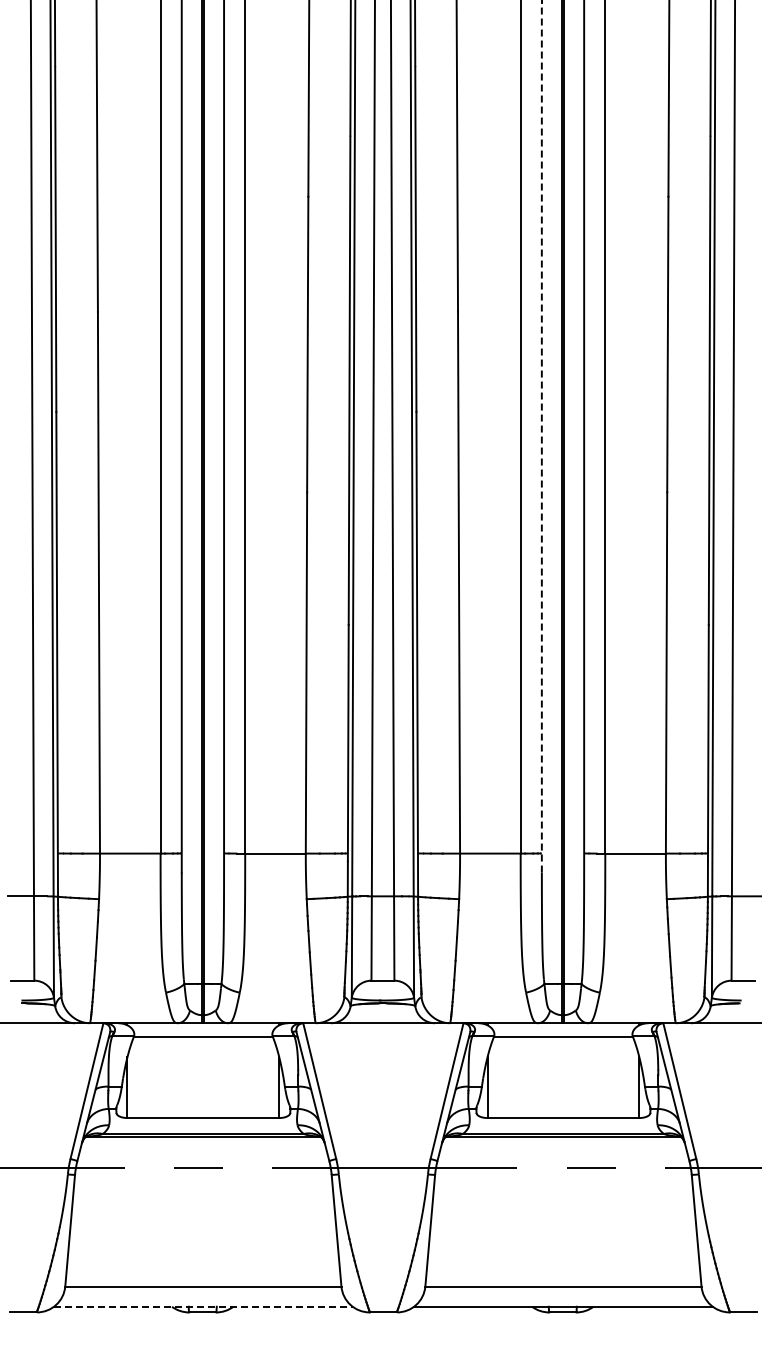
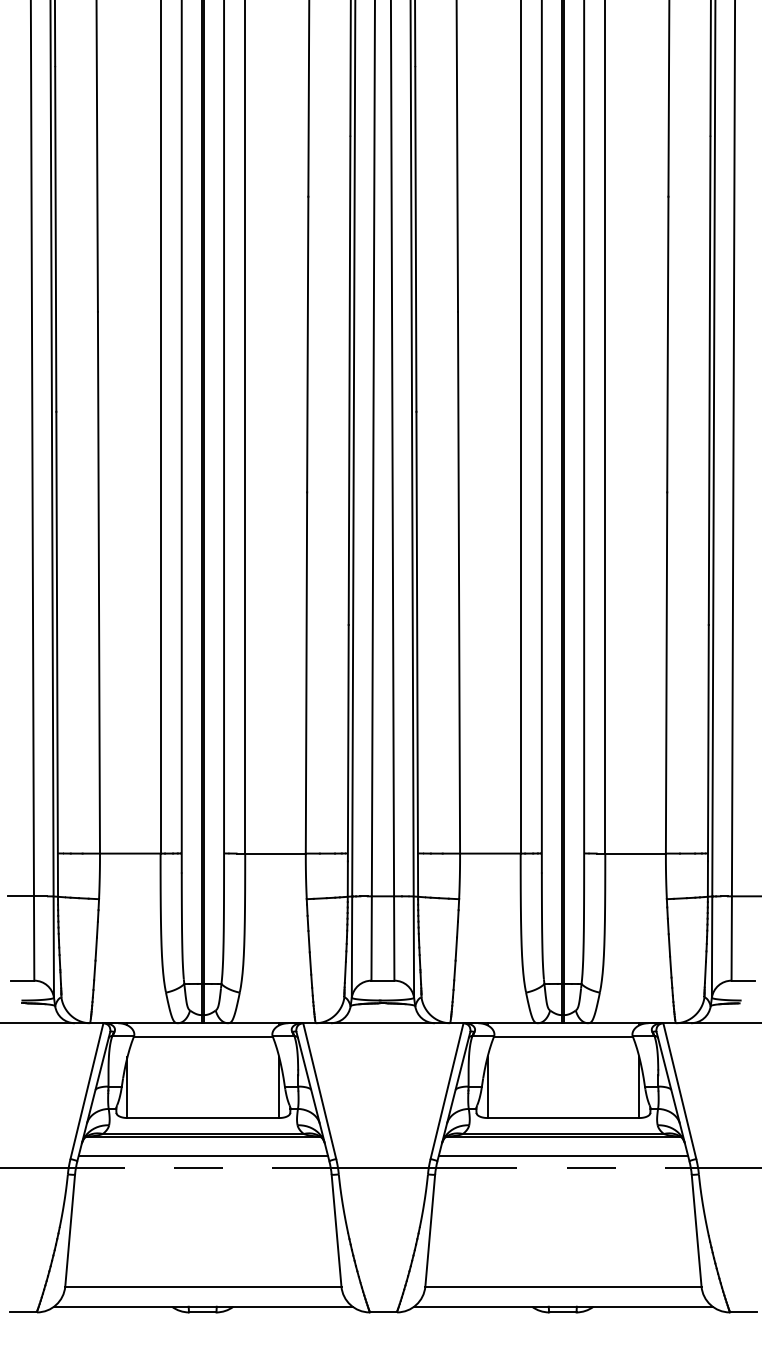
line at (541, 436): dashed -> solid
line at (203, 1156): none -> present
line at (563, 1156): none -> present
line at (203, 1306): dashed -> solid
